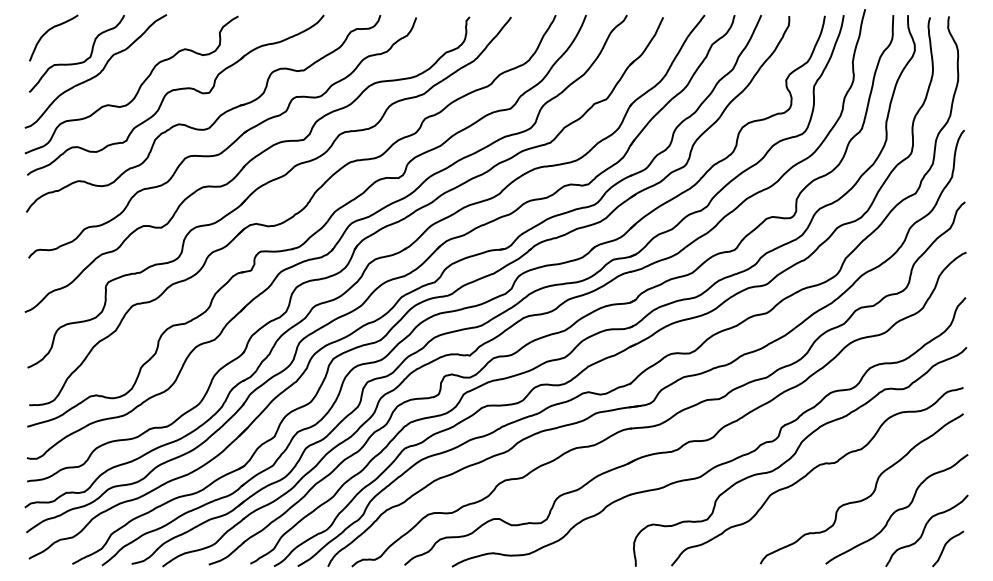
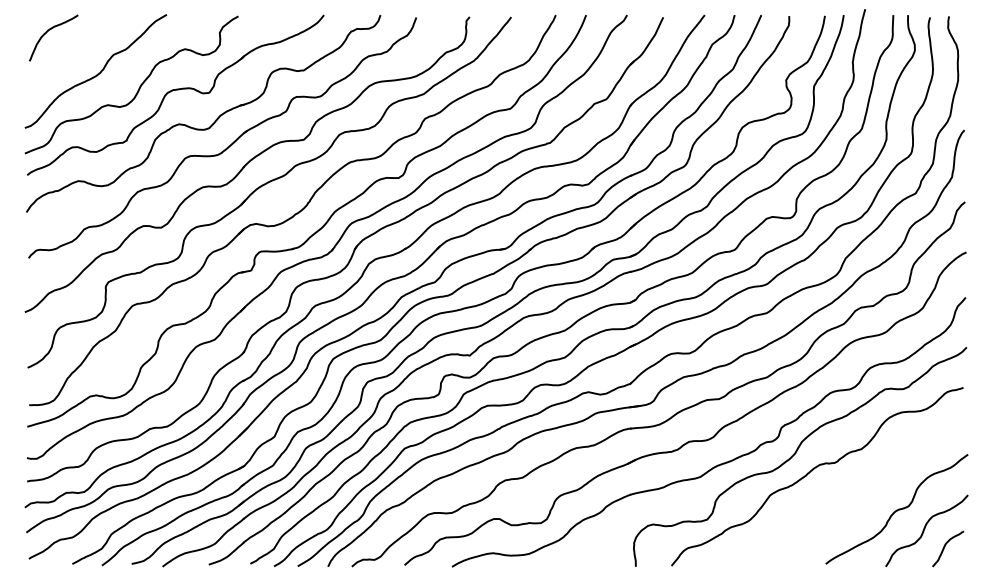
curve at (81, 61): present -> none
curve at (865, 497): present -> none
